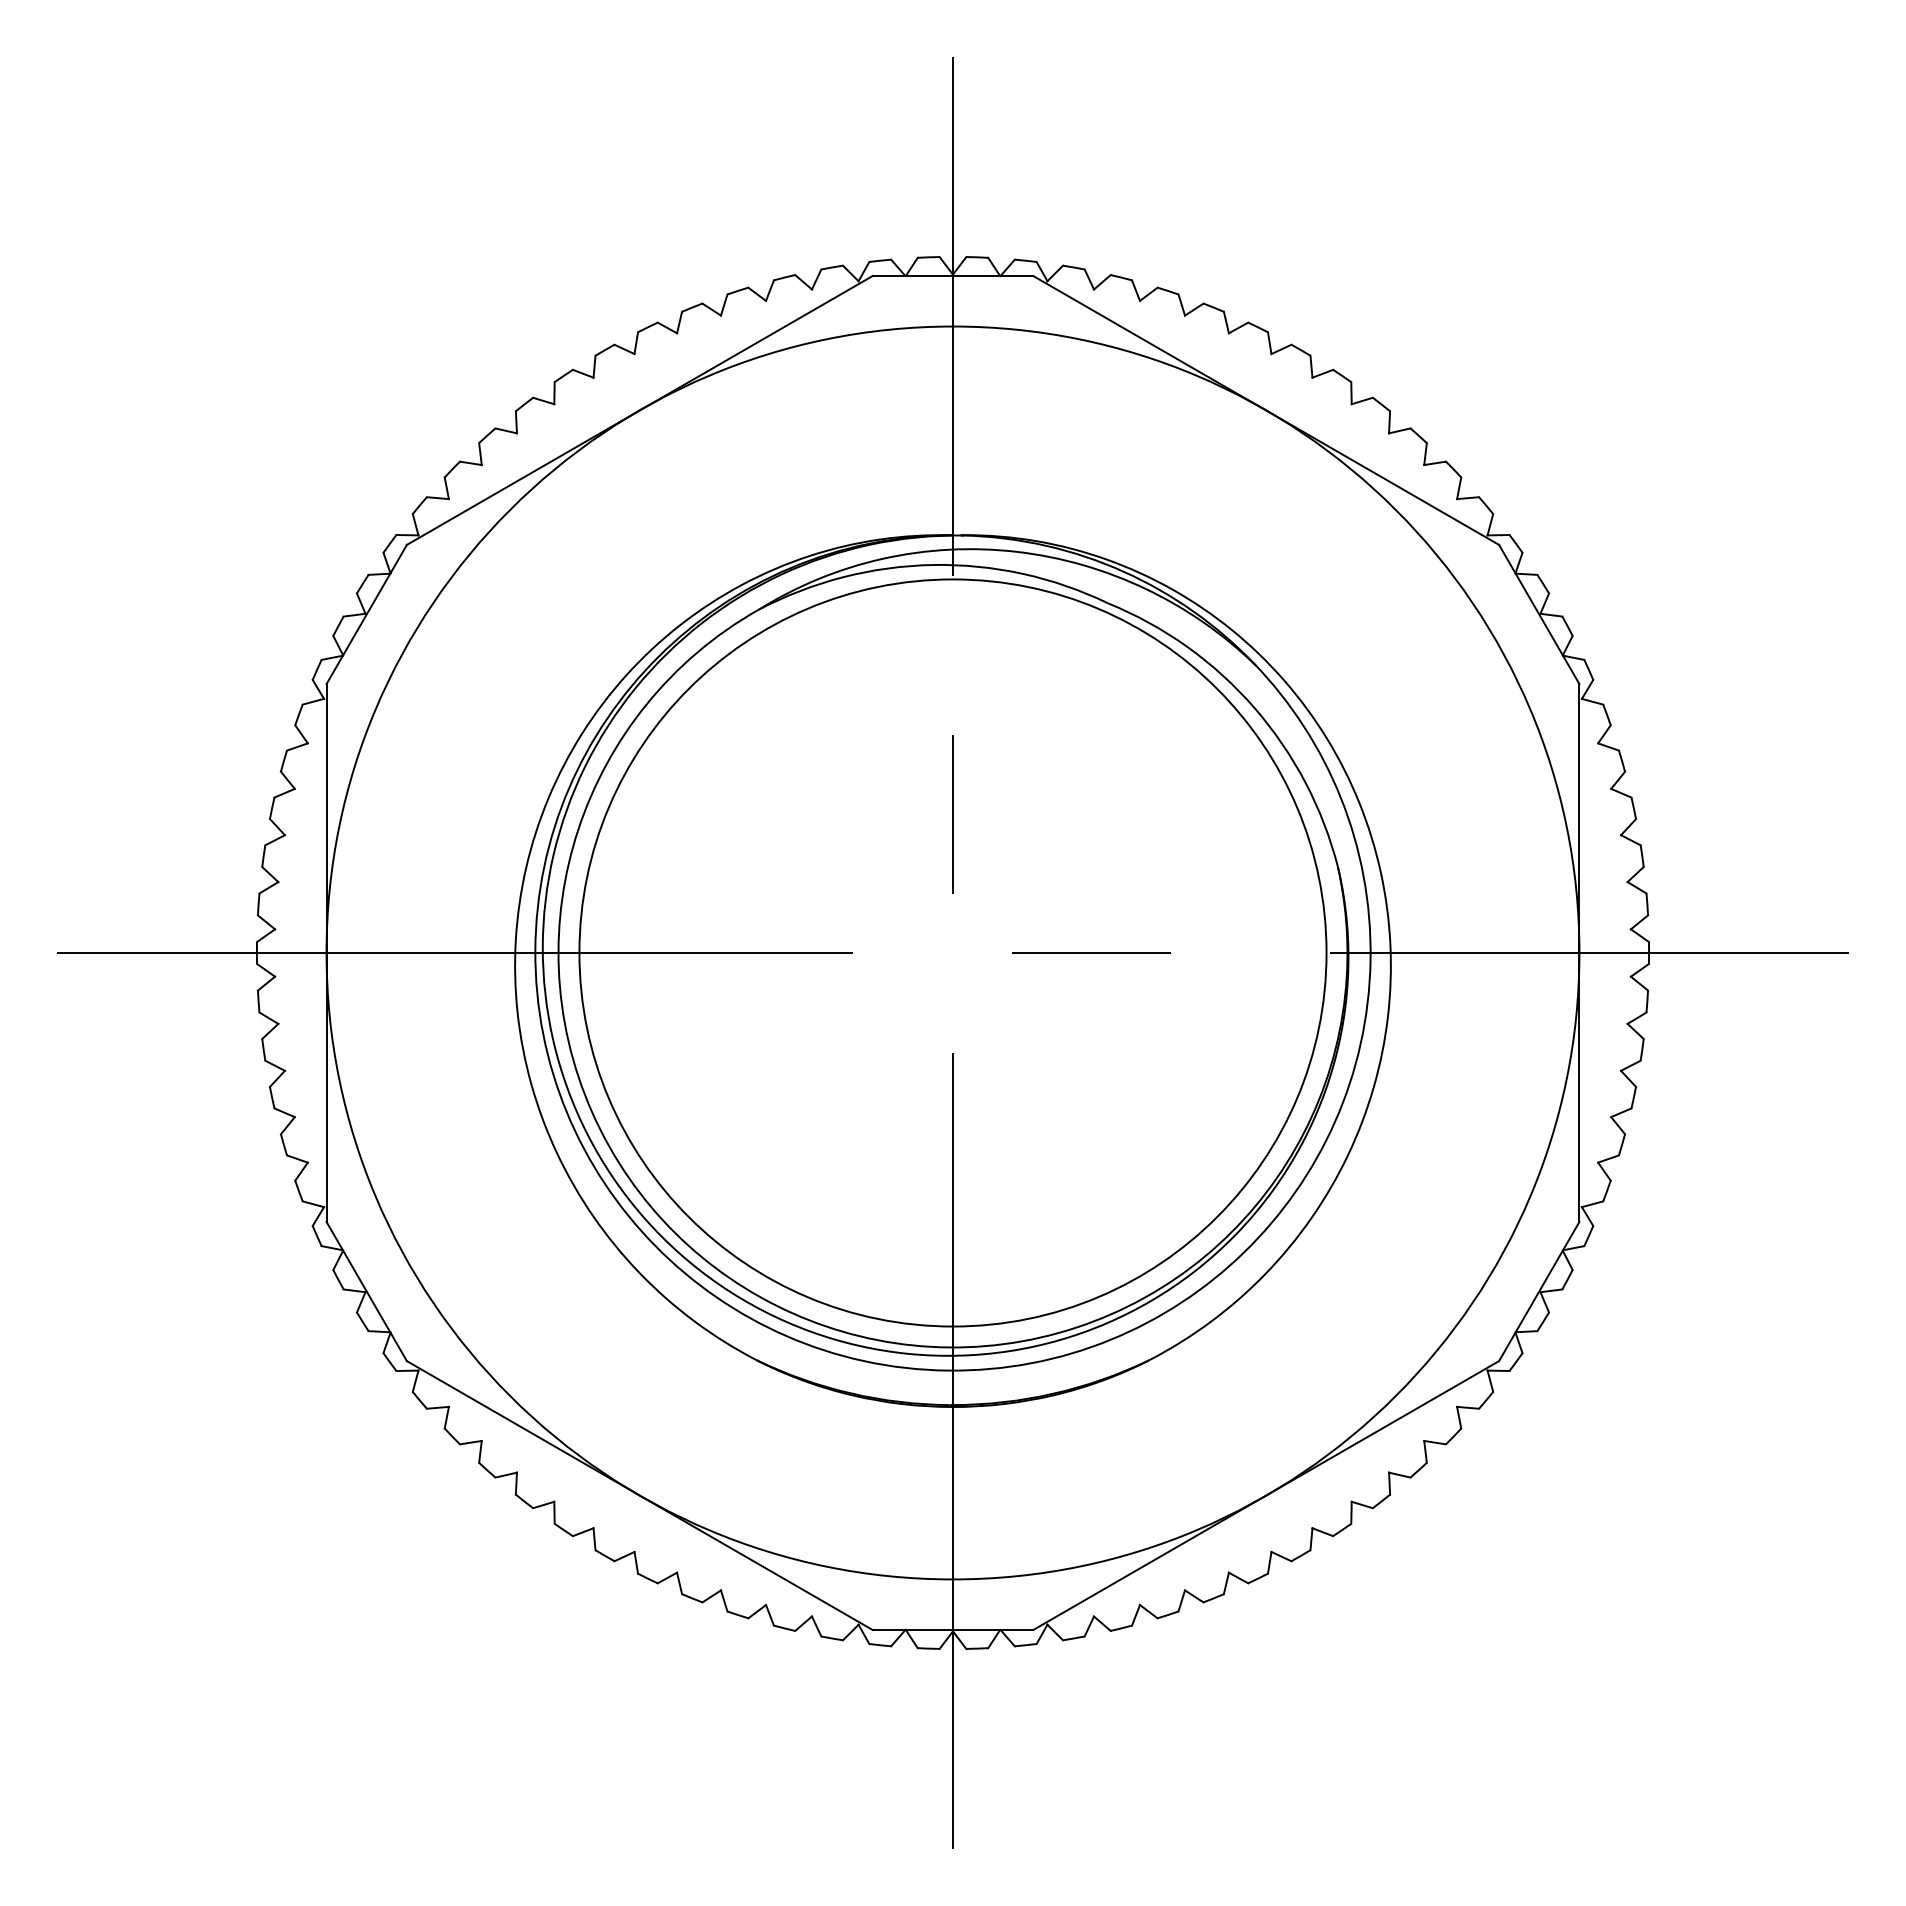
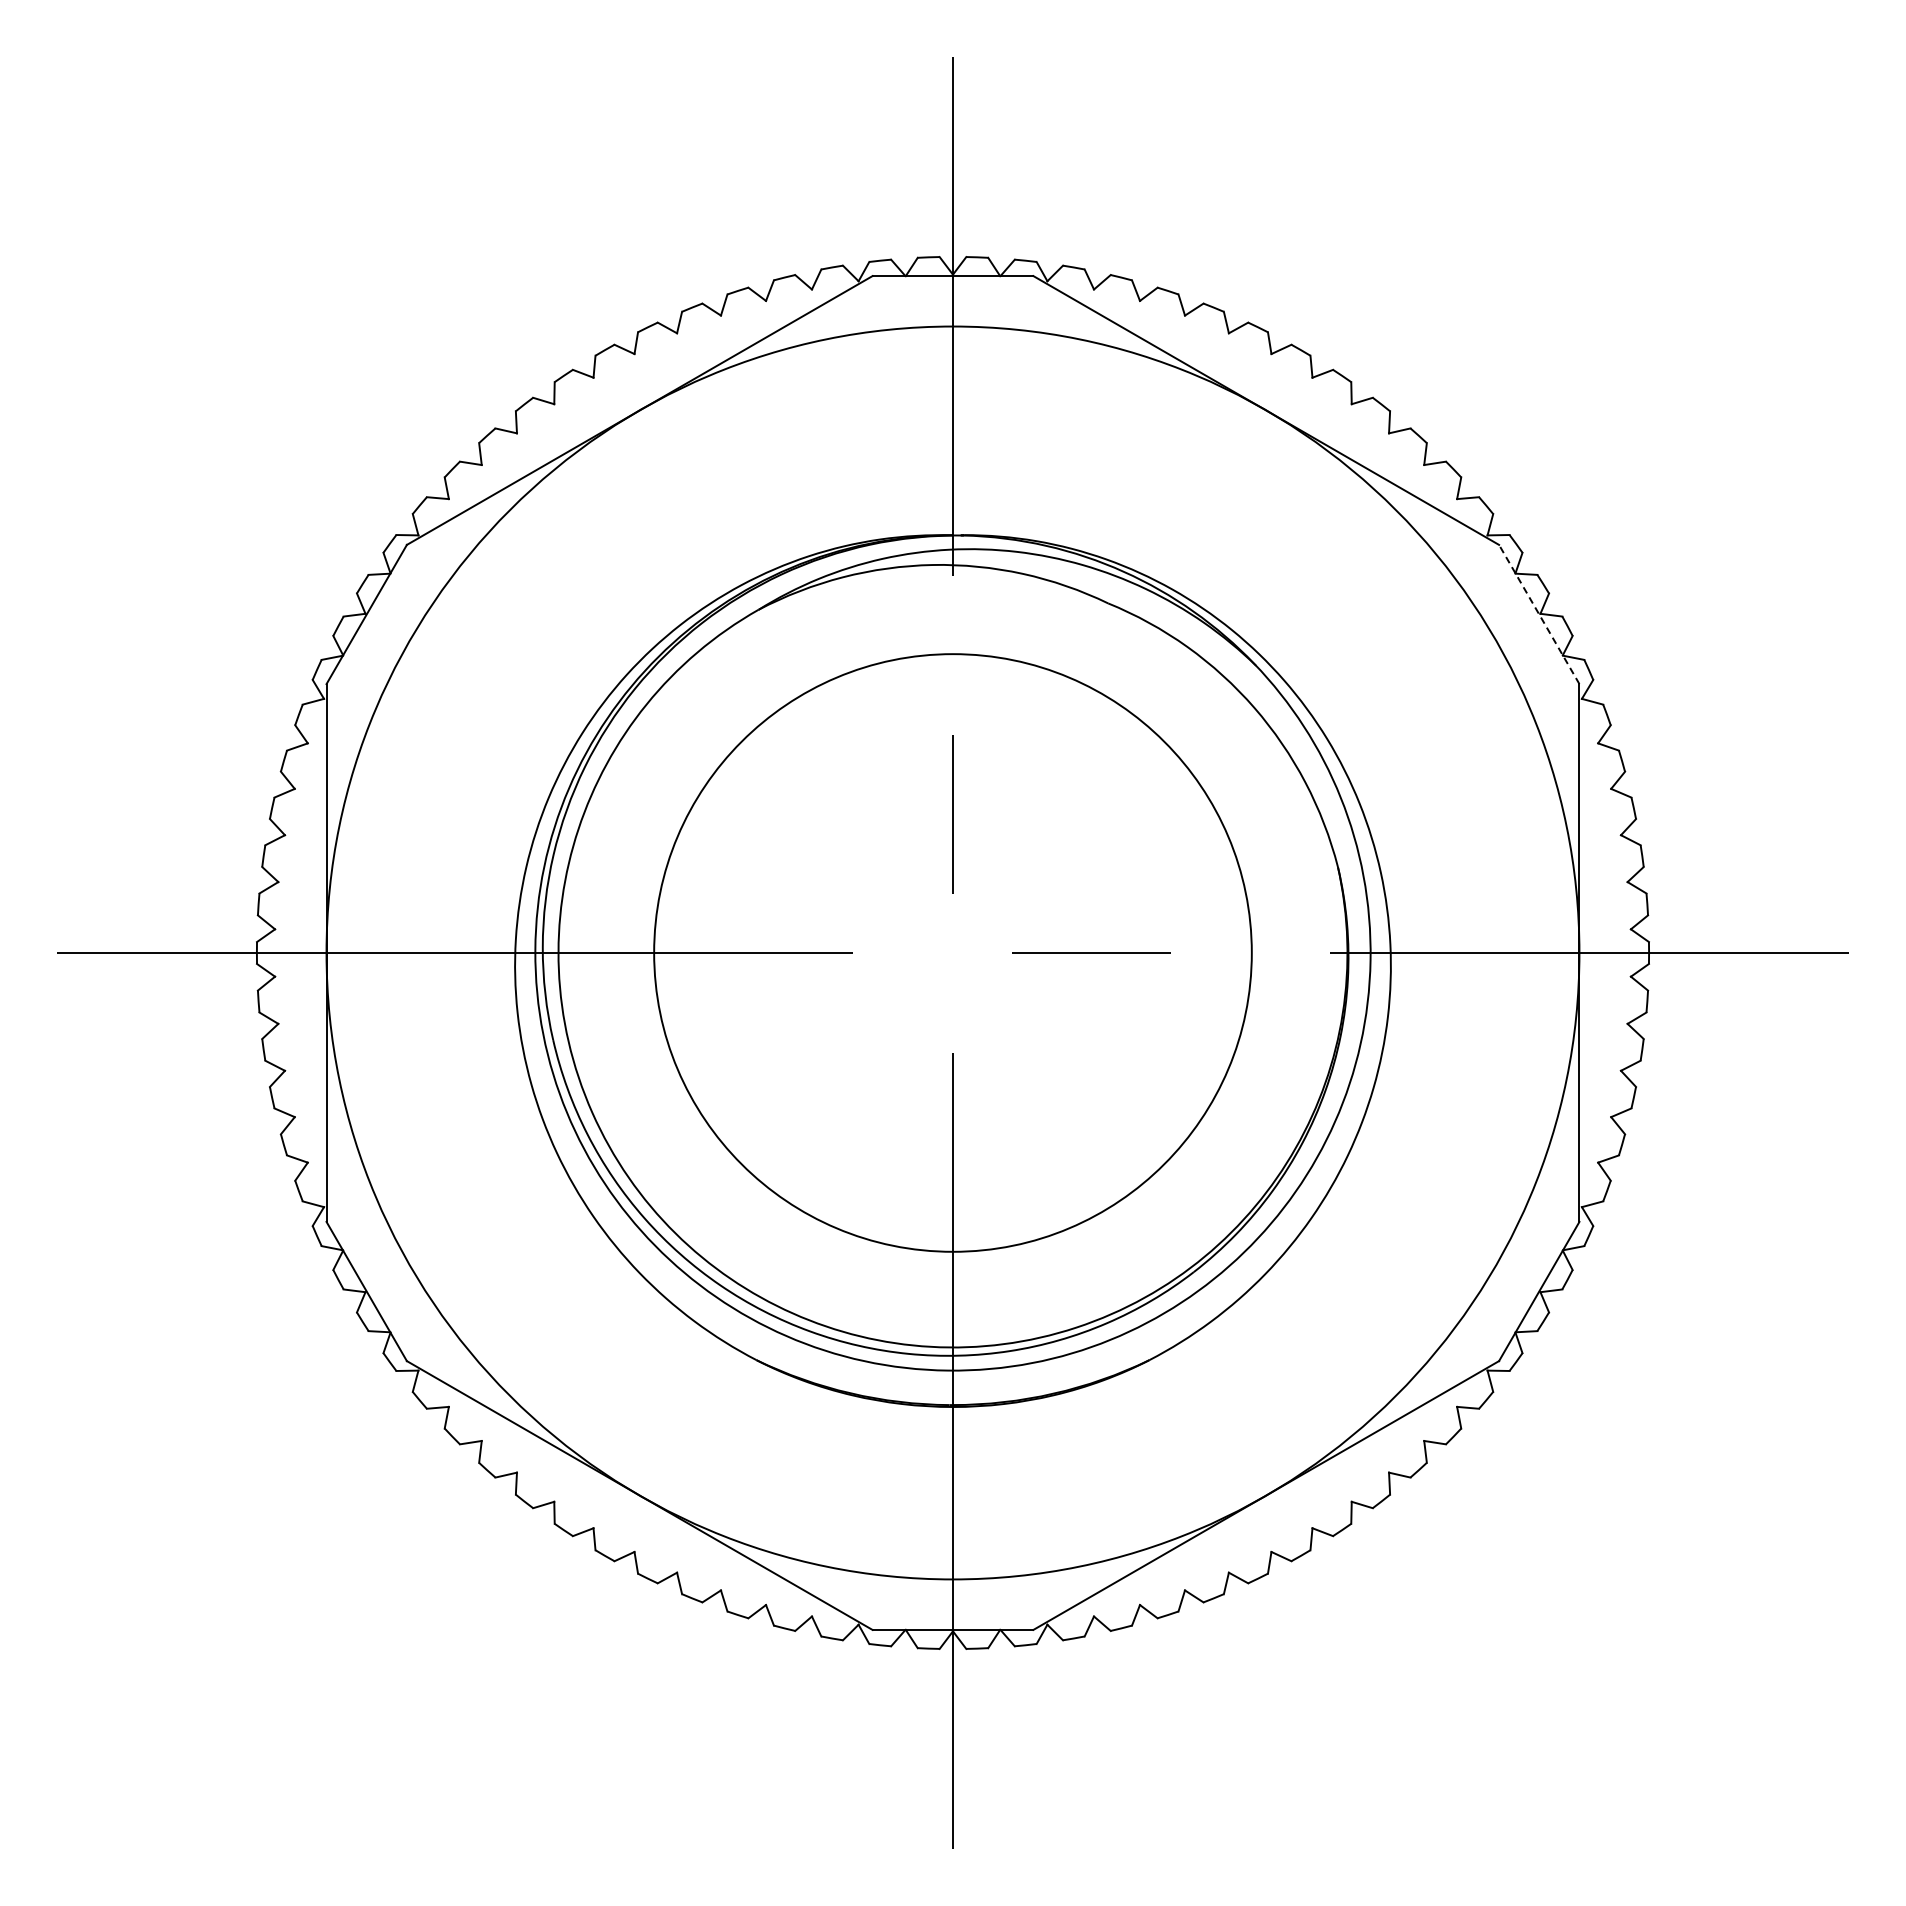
line at (1539, 614): solid -> dashed
circle at (952, 952) diameter: 747 px -> 598 px
